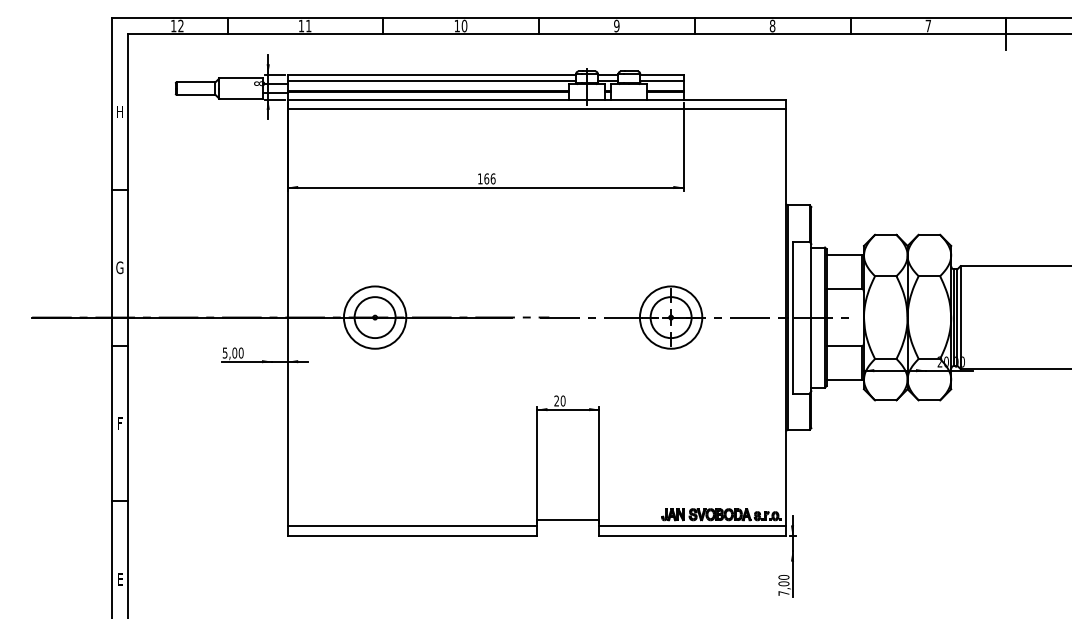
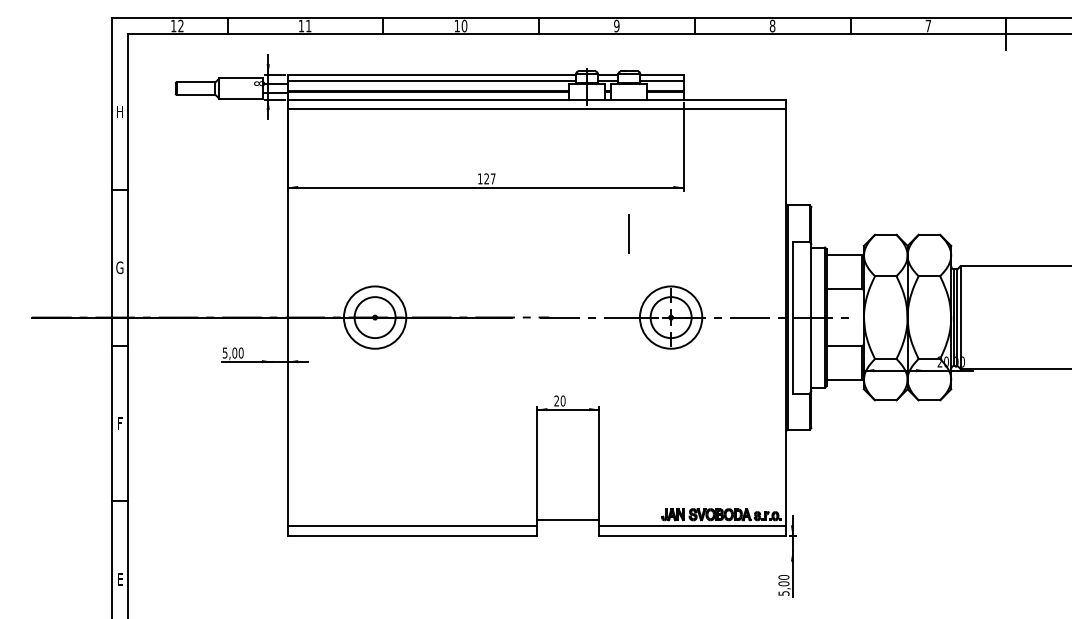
text at (489, 178): 166 -> 127
line at (628, 233): none -> present
text at (783, 593): 7,00 -> 5,00
